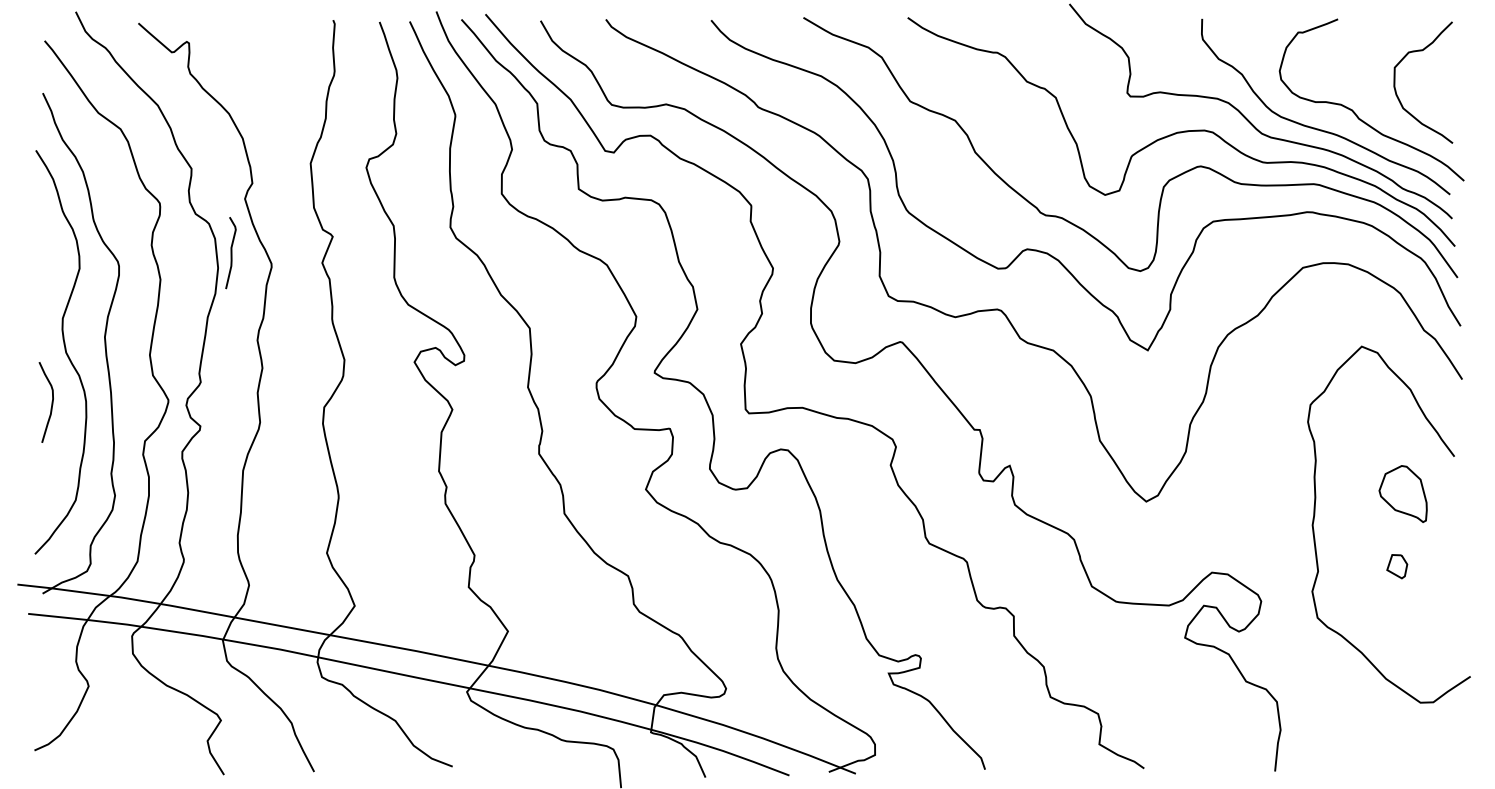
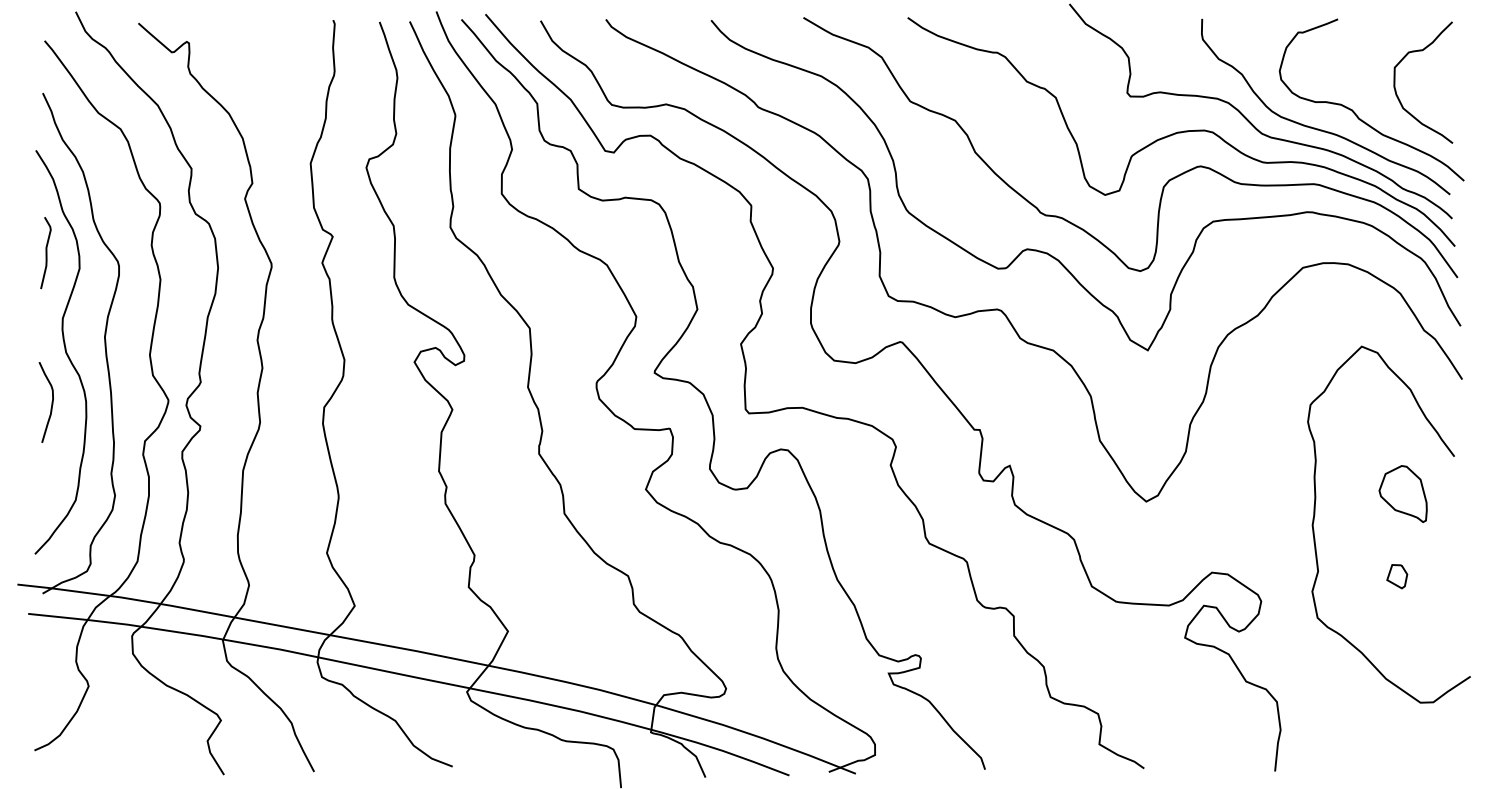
curve at (230, 253) position: (230, 253) -> (45, 253)
part at (1397, 566) position: (1397, 566) -> (1397, 576)
